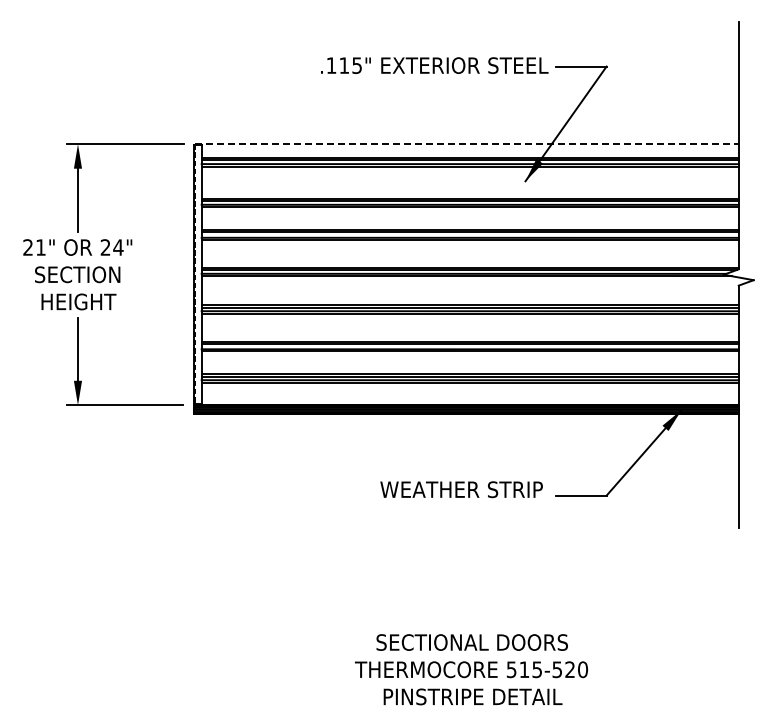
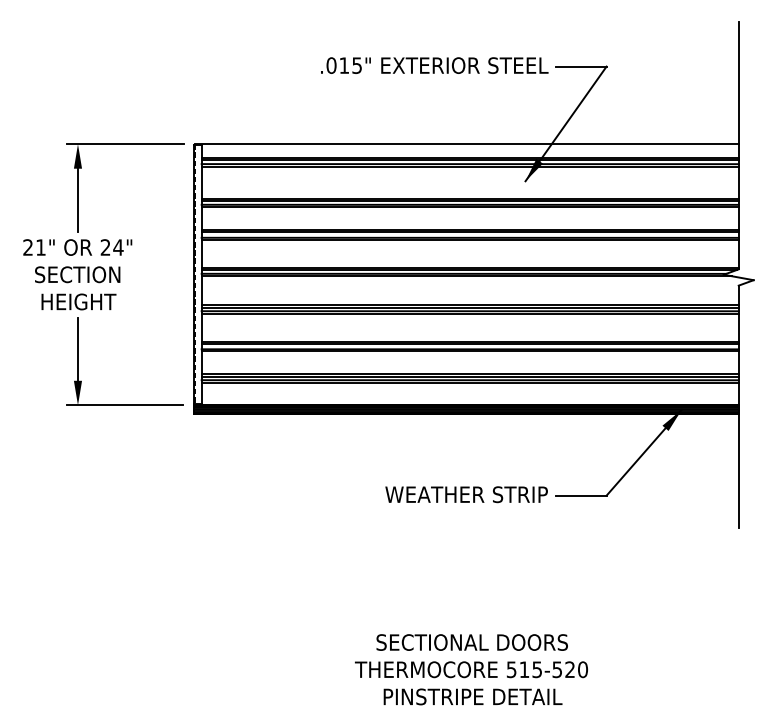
text at (331, 65): .115" -> .015"
line at (466, 144): dashed -> solid
text at (461, 489) position: (461, 489) -> (466, 494)
